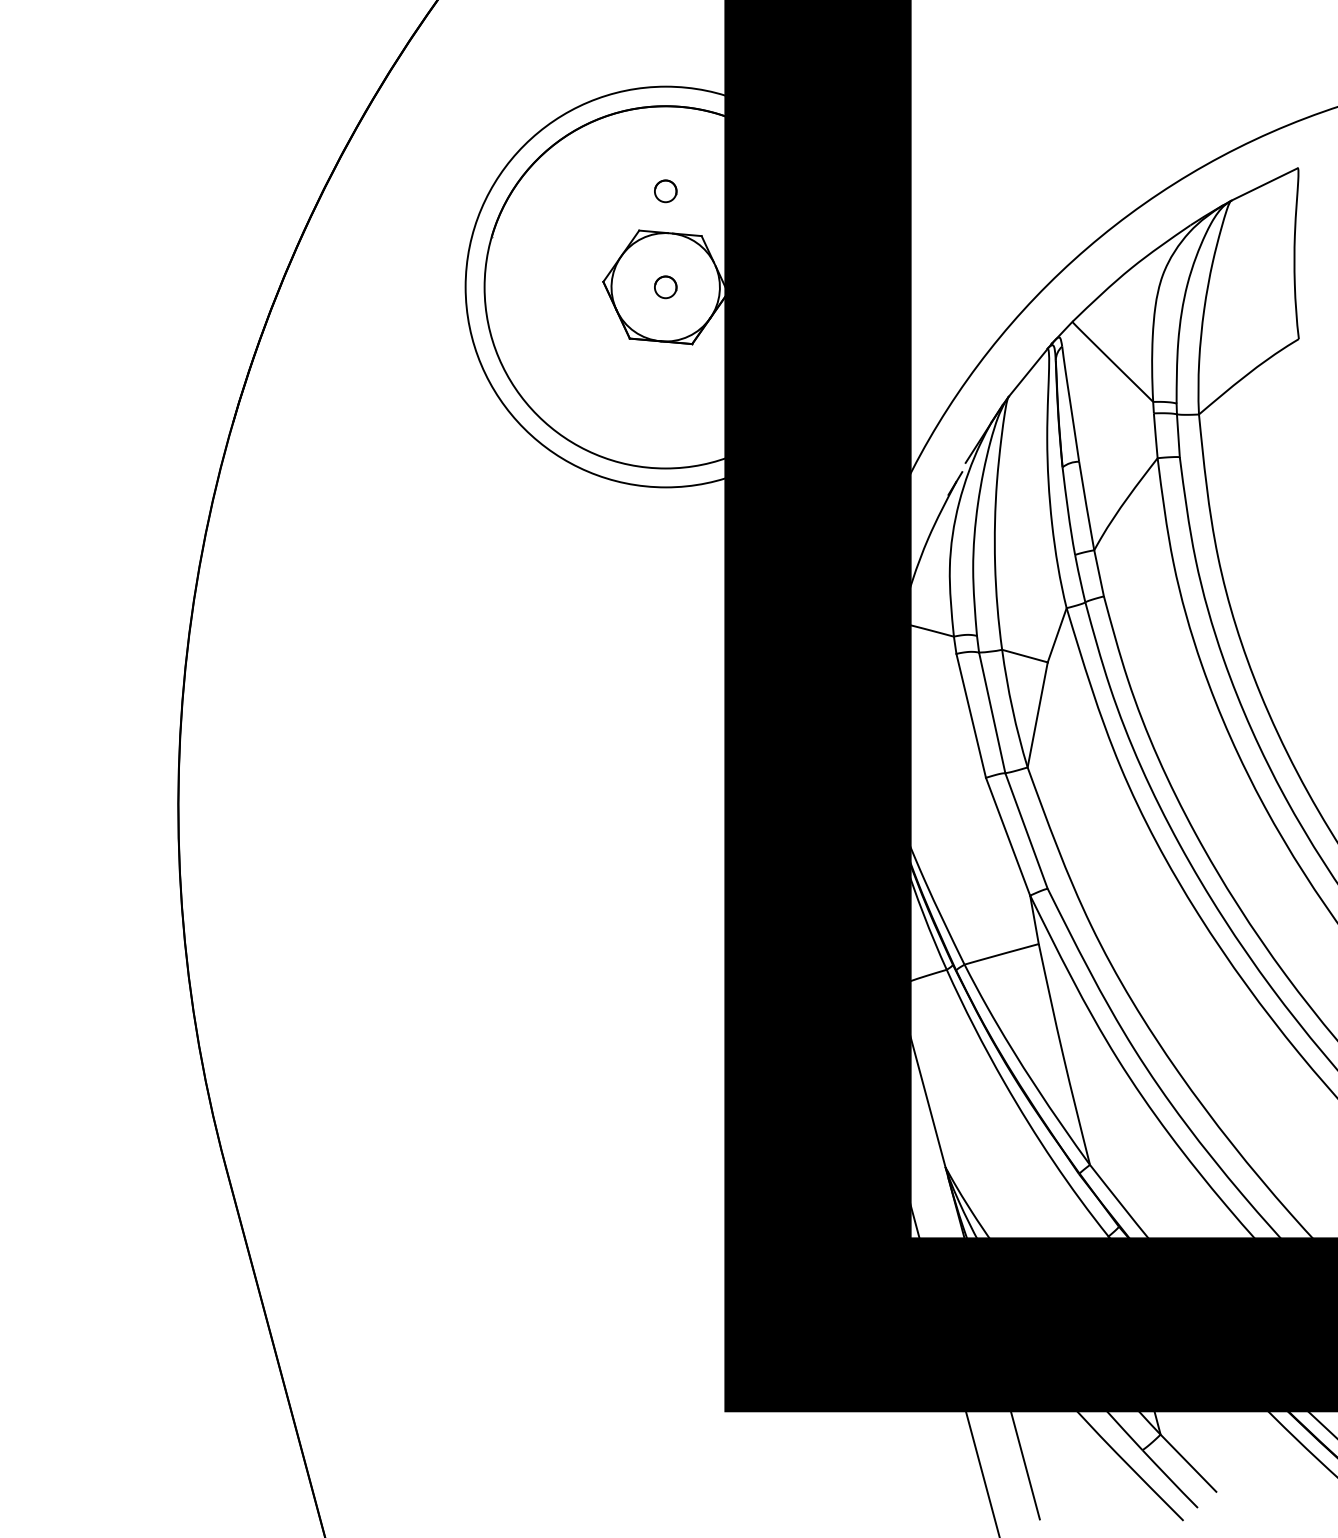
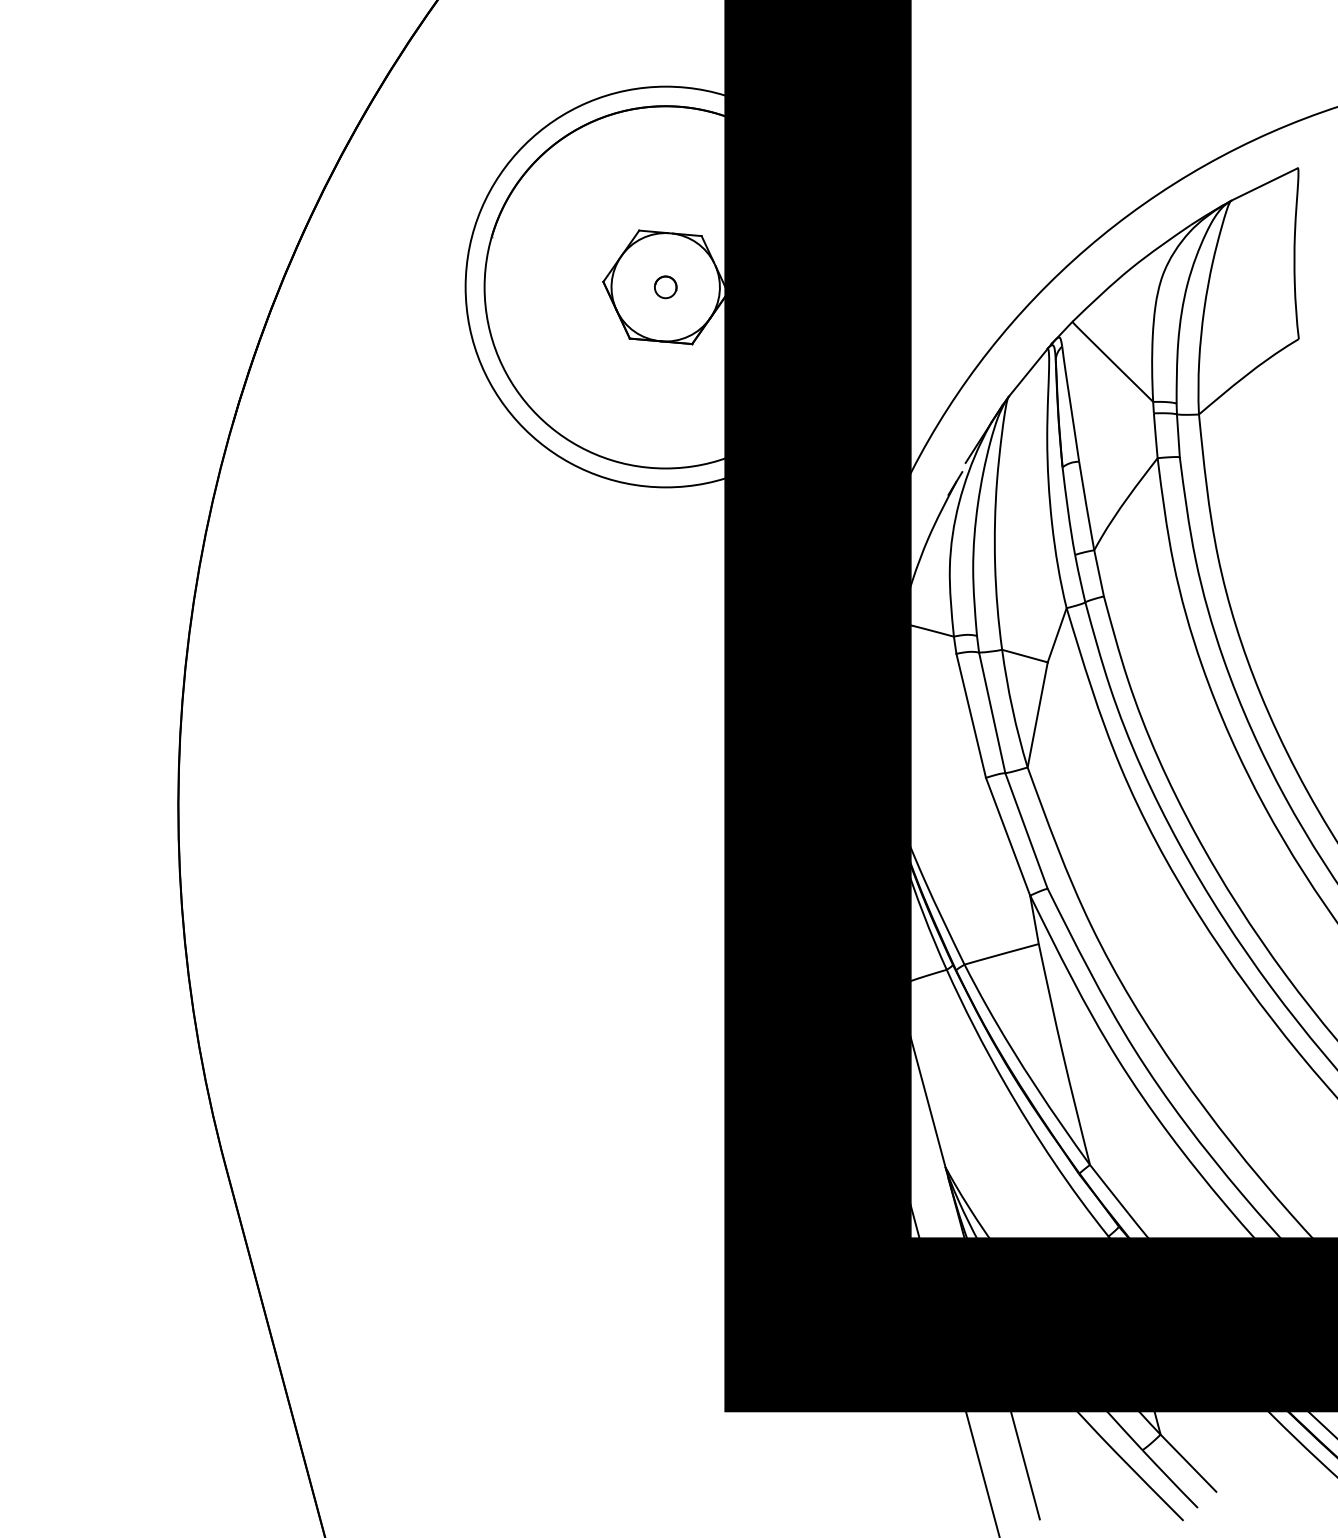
part at (665, 191): present -> none
